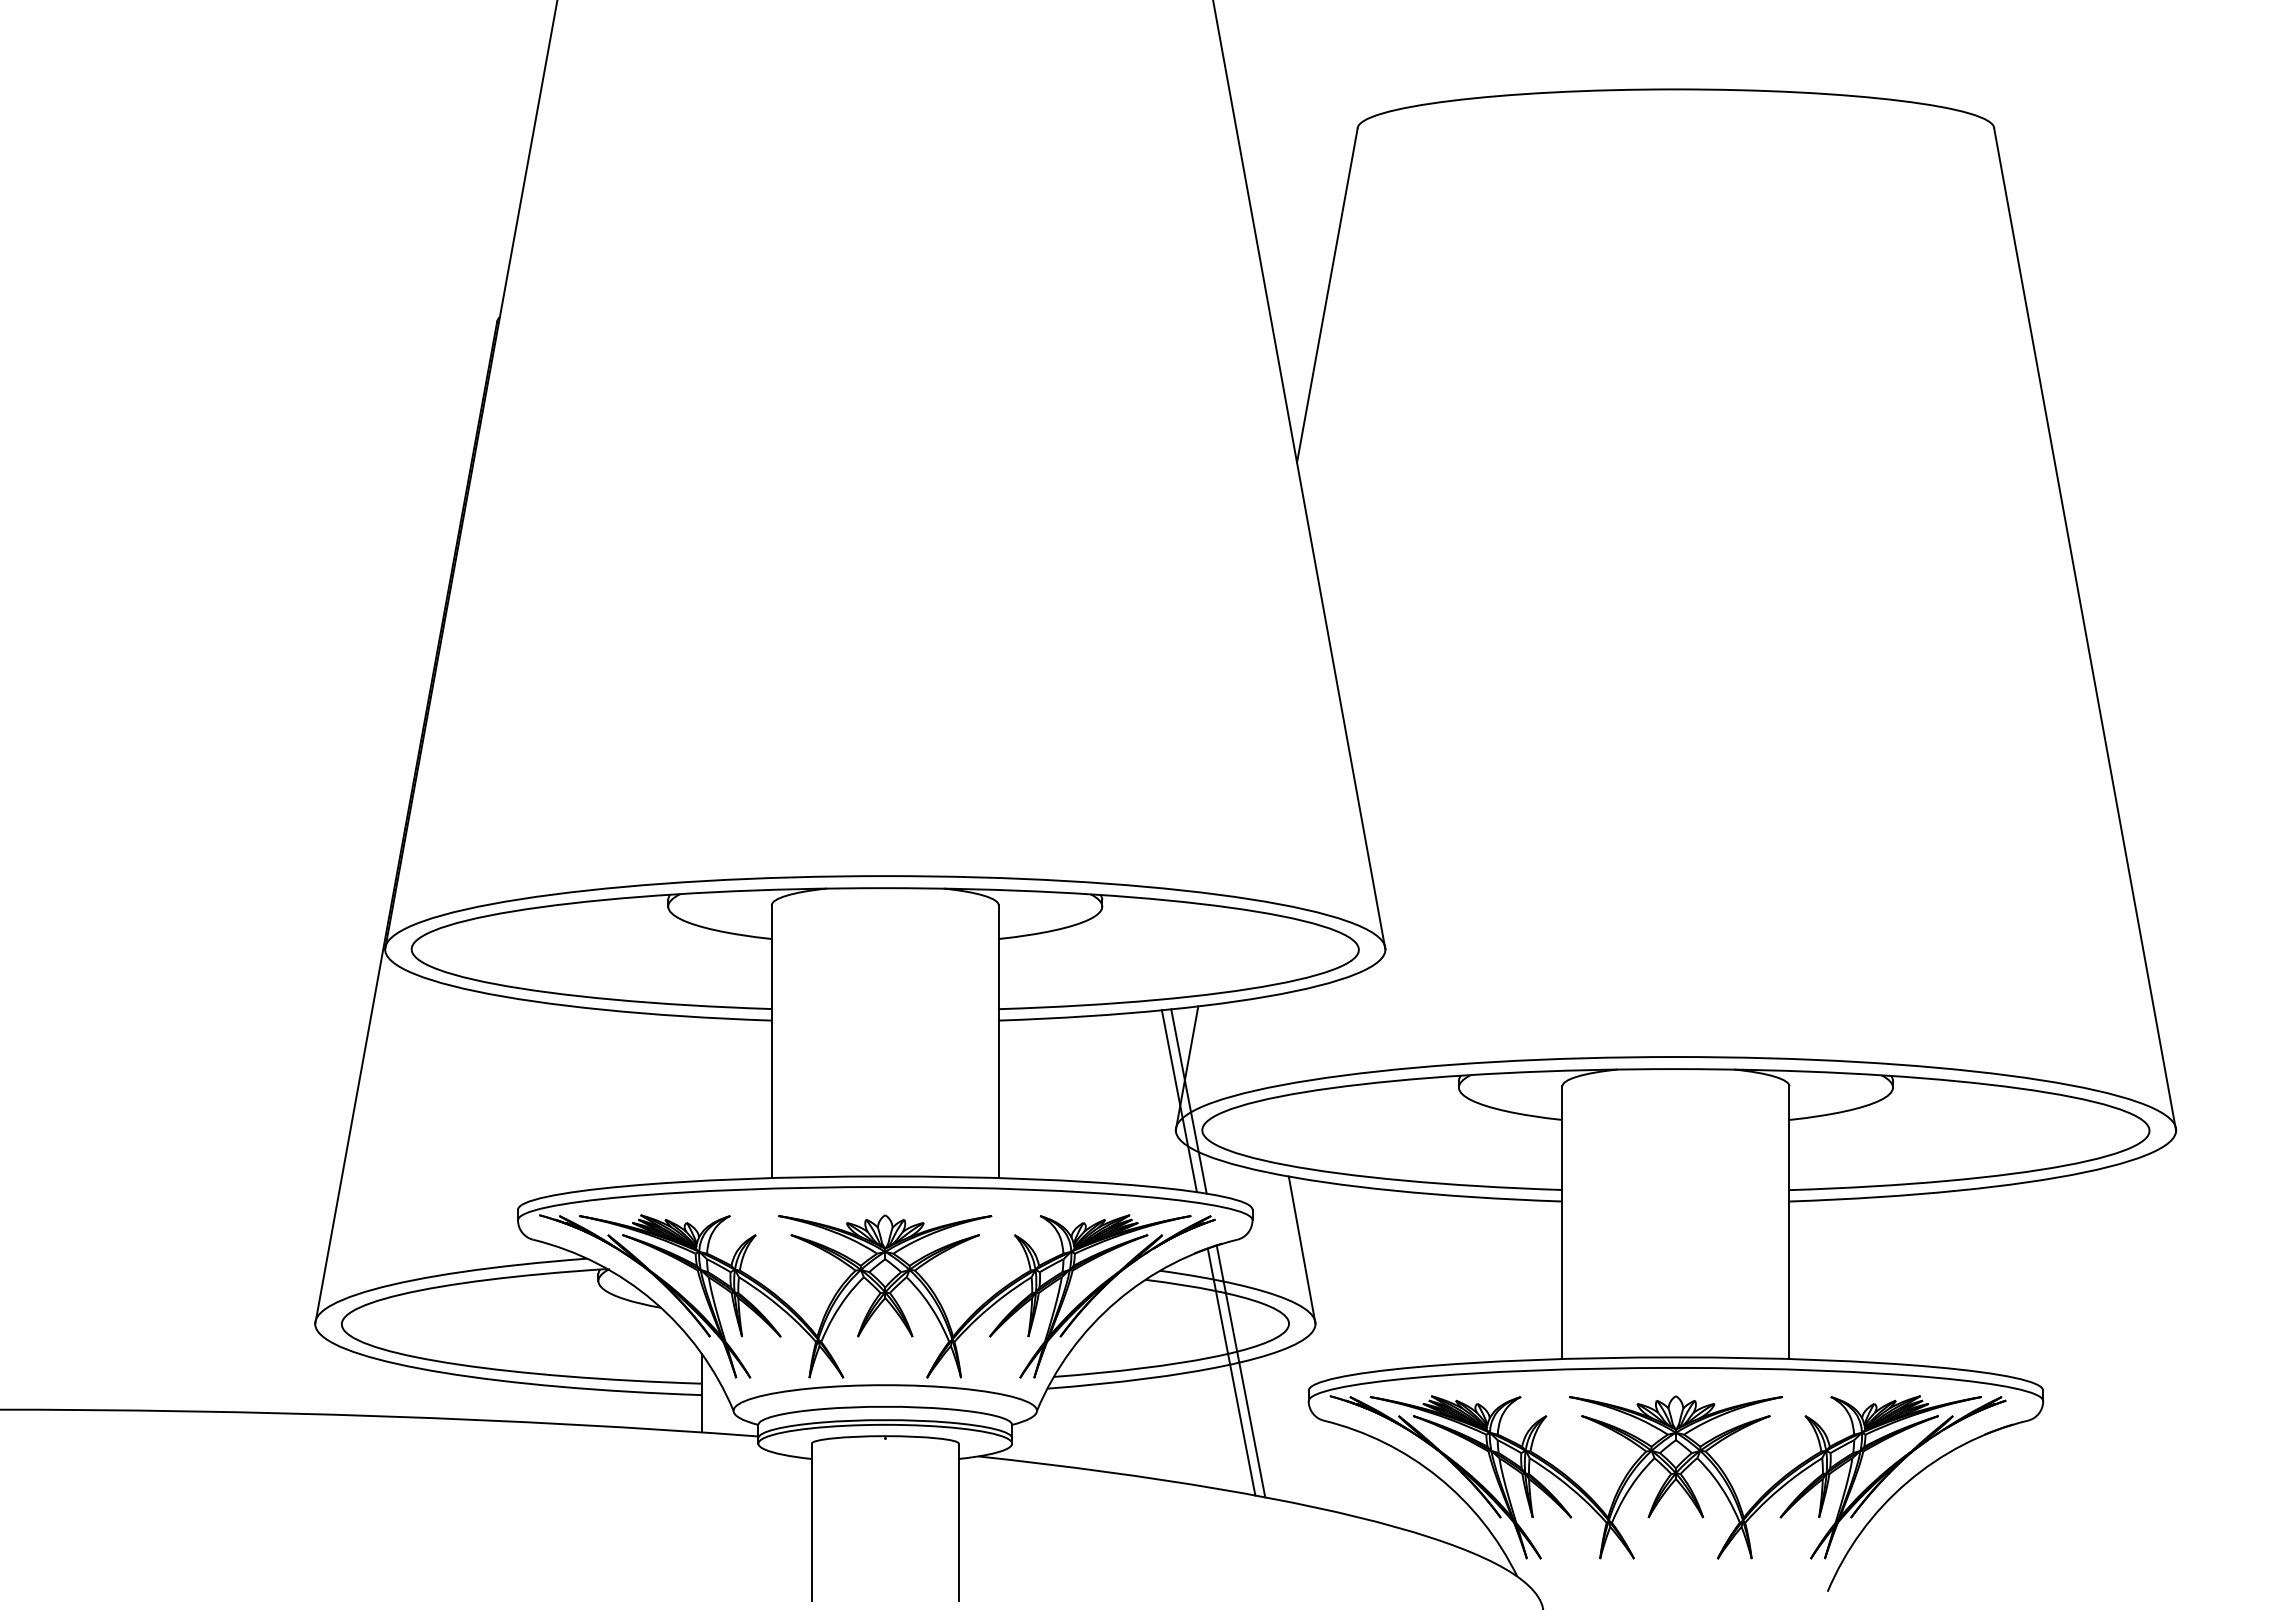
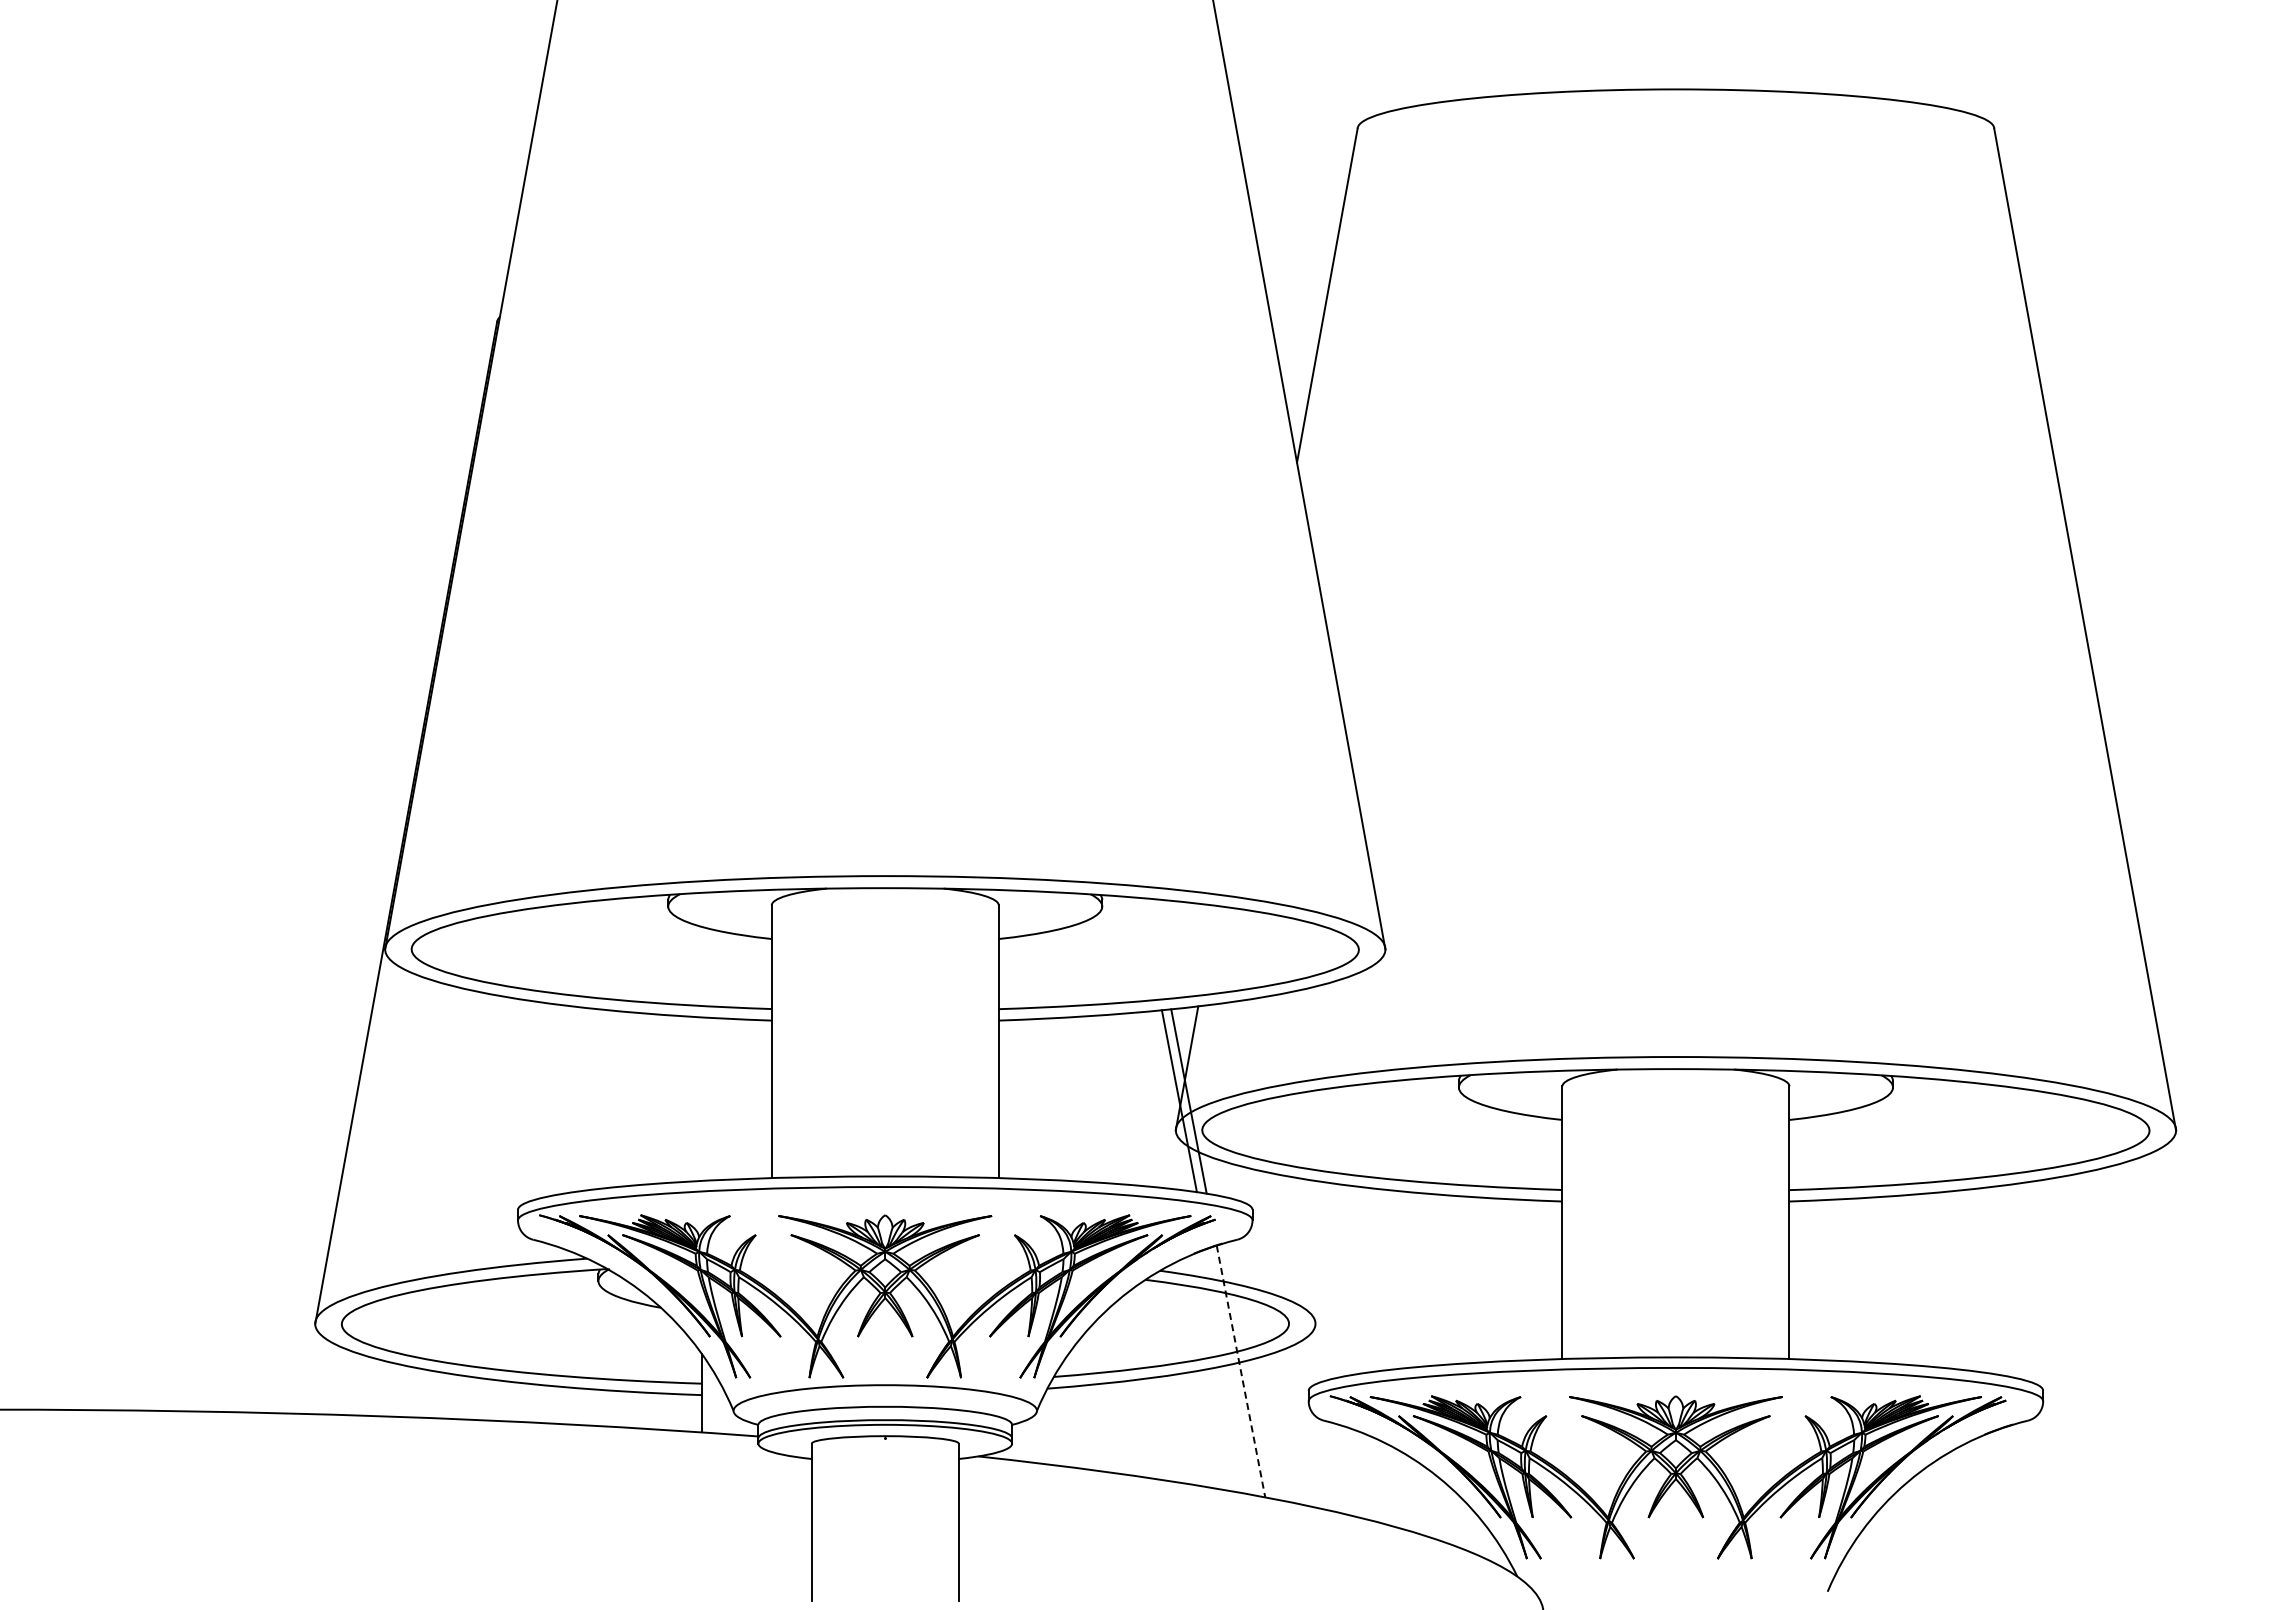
line at (1301, 1249): present -> none
line at (1231, 1371): present -> none
line at (1241, 1371): solid -> dashed
